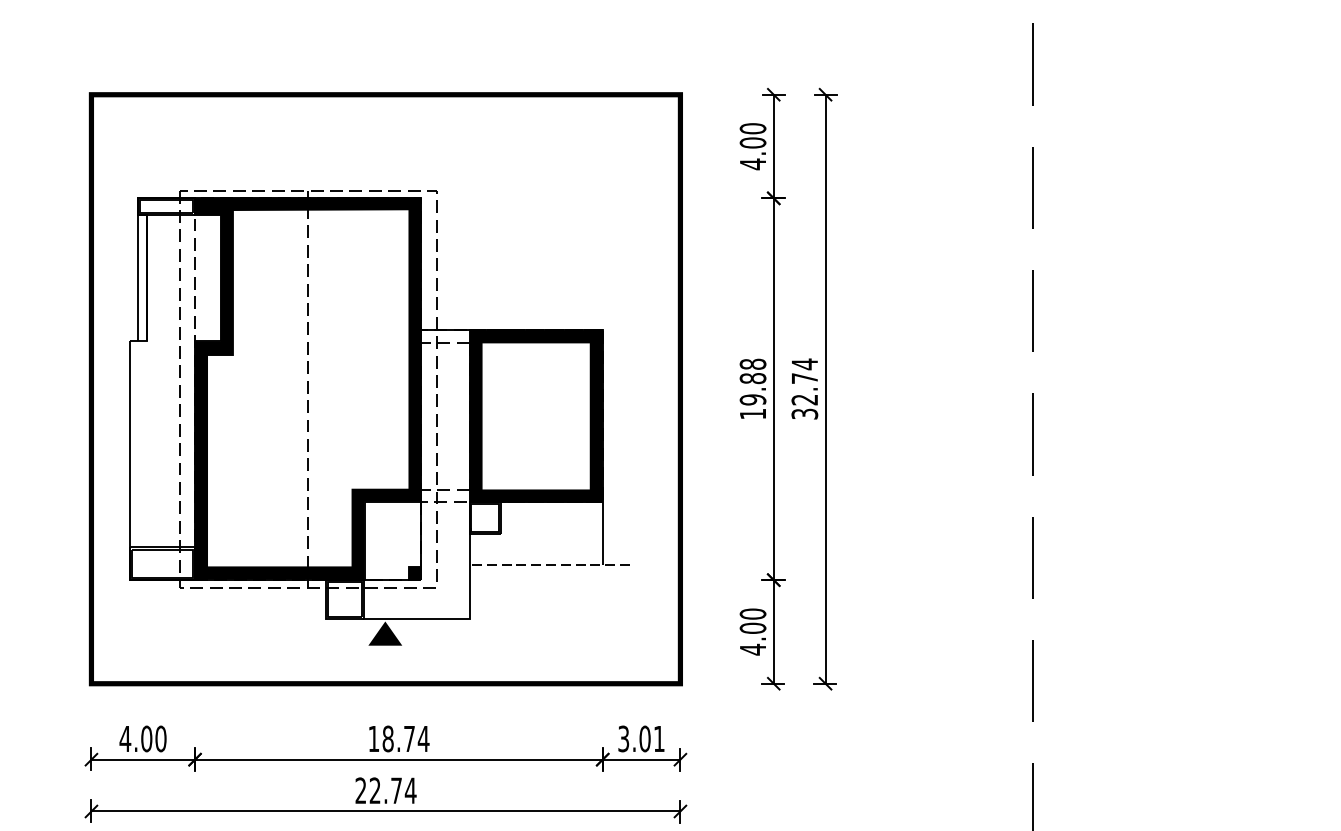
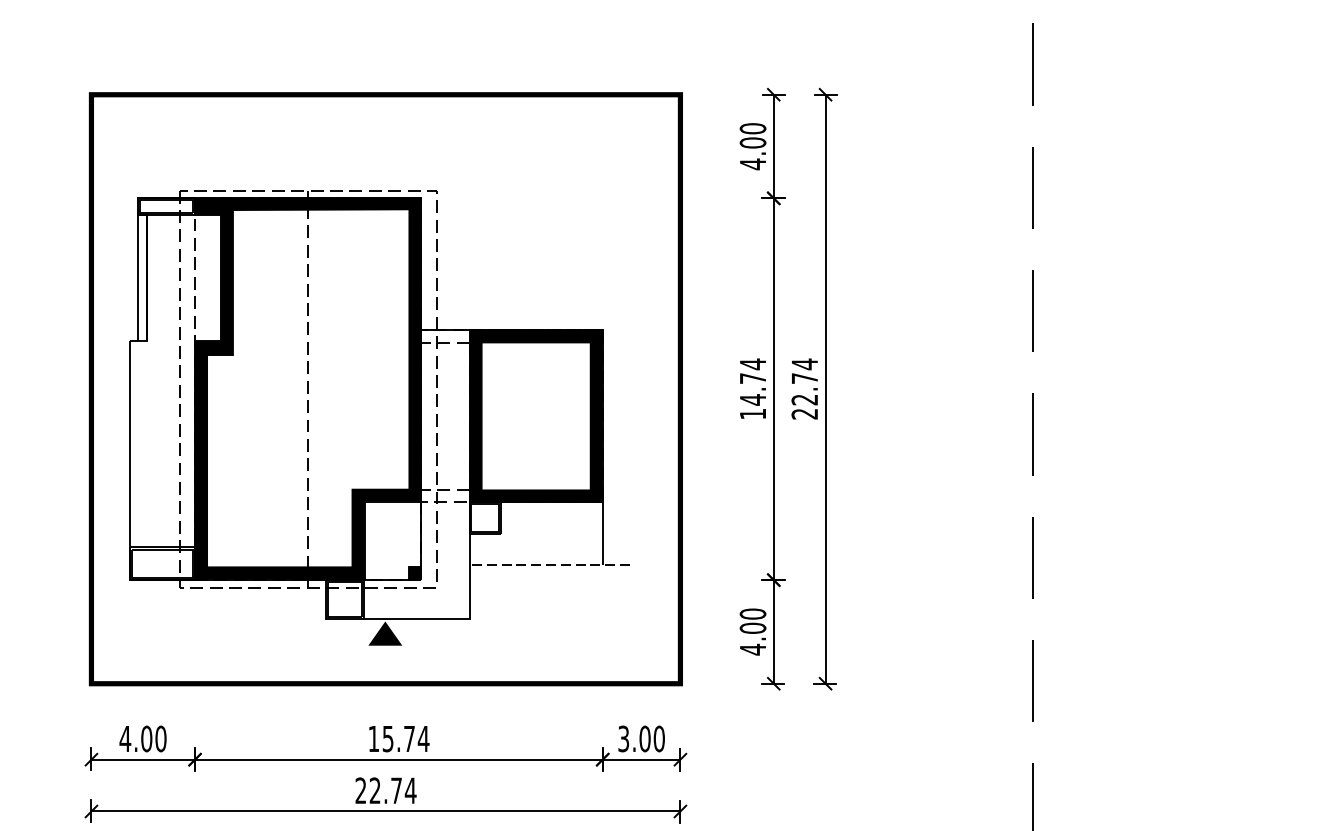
text at (752, 381): 19.88 -> 14.74
text at (805, 413): 32.74 -> 22.74
text at (387, 738): 18.74 -> 15.74
text at (658, 738): 3.01 -> 3.00
